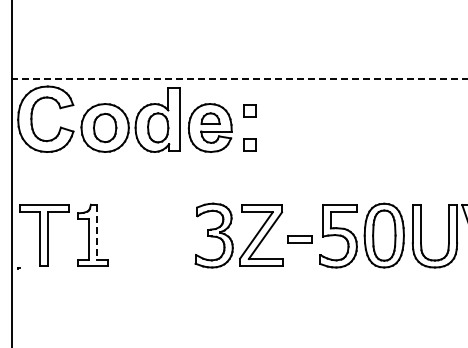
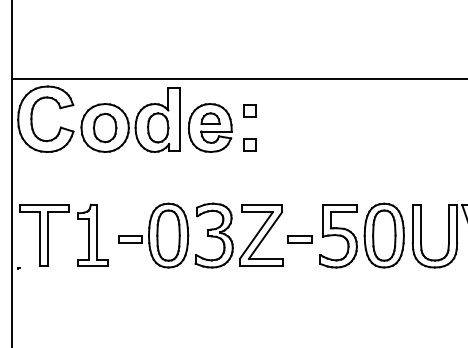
line at (239, 78): dashed -> solid
line at (97, 232): dashed -> solid
part at (153, 235): none -> present
